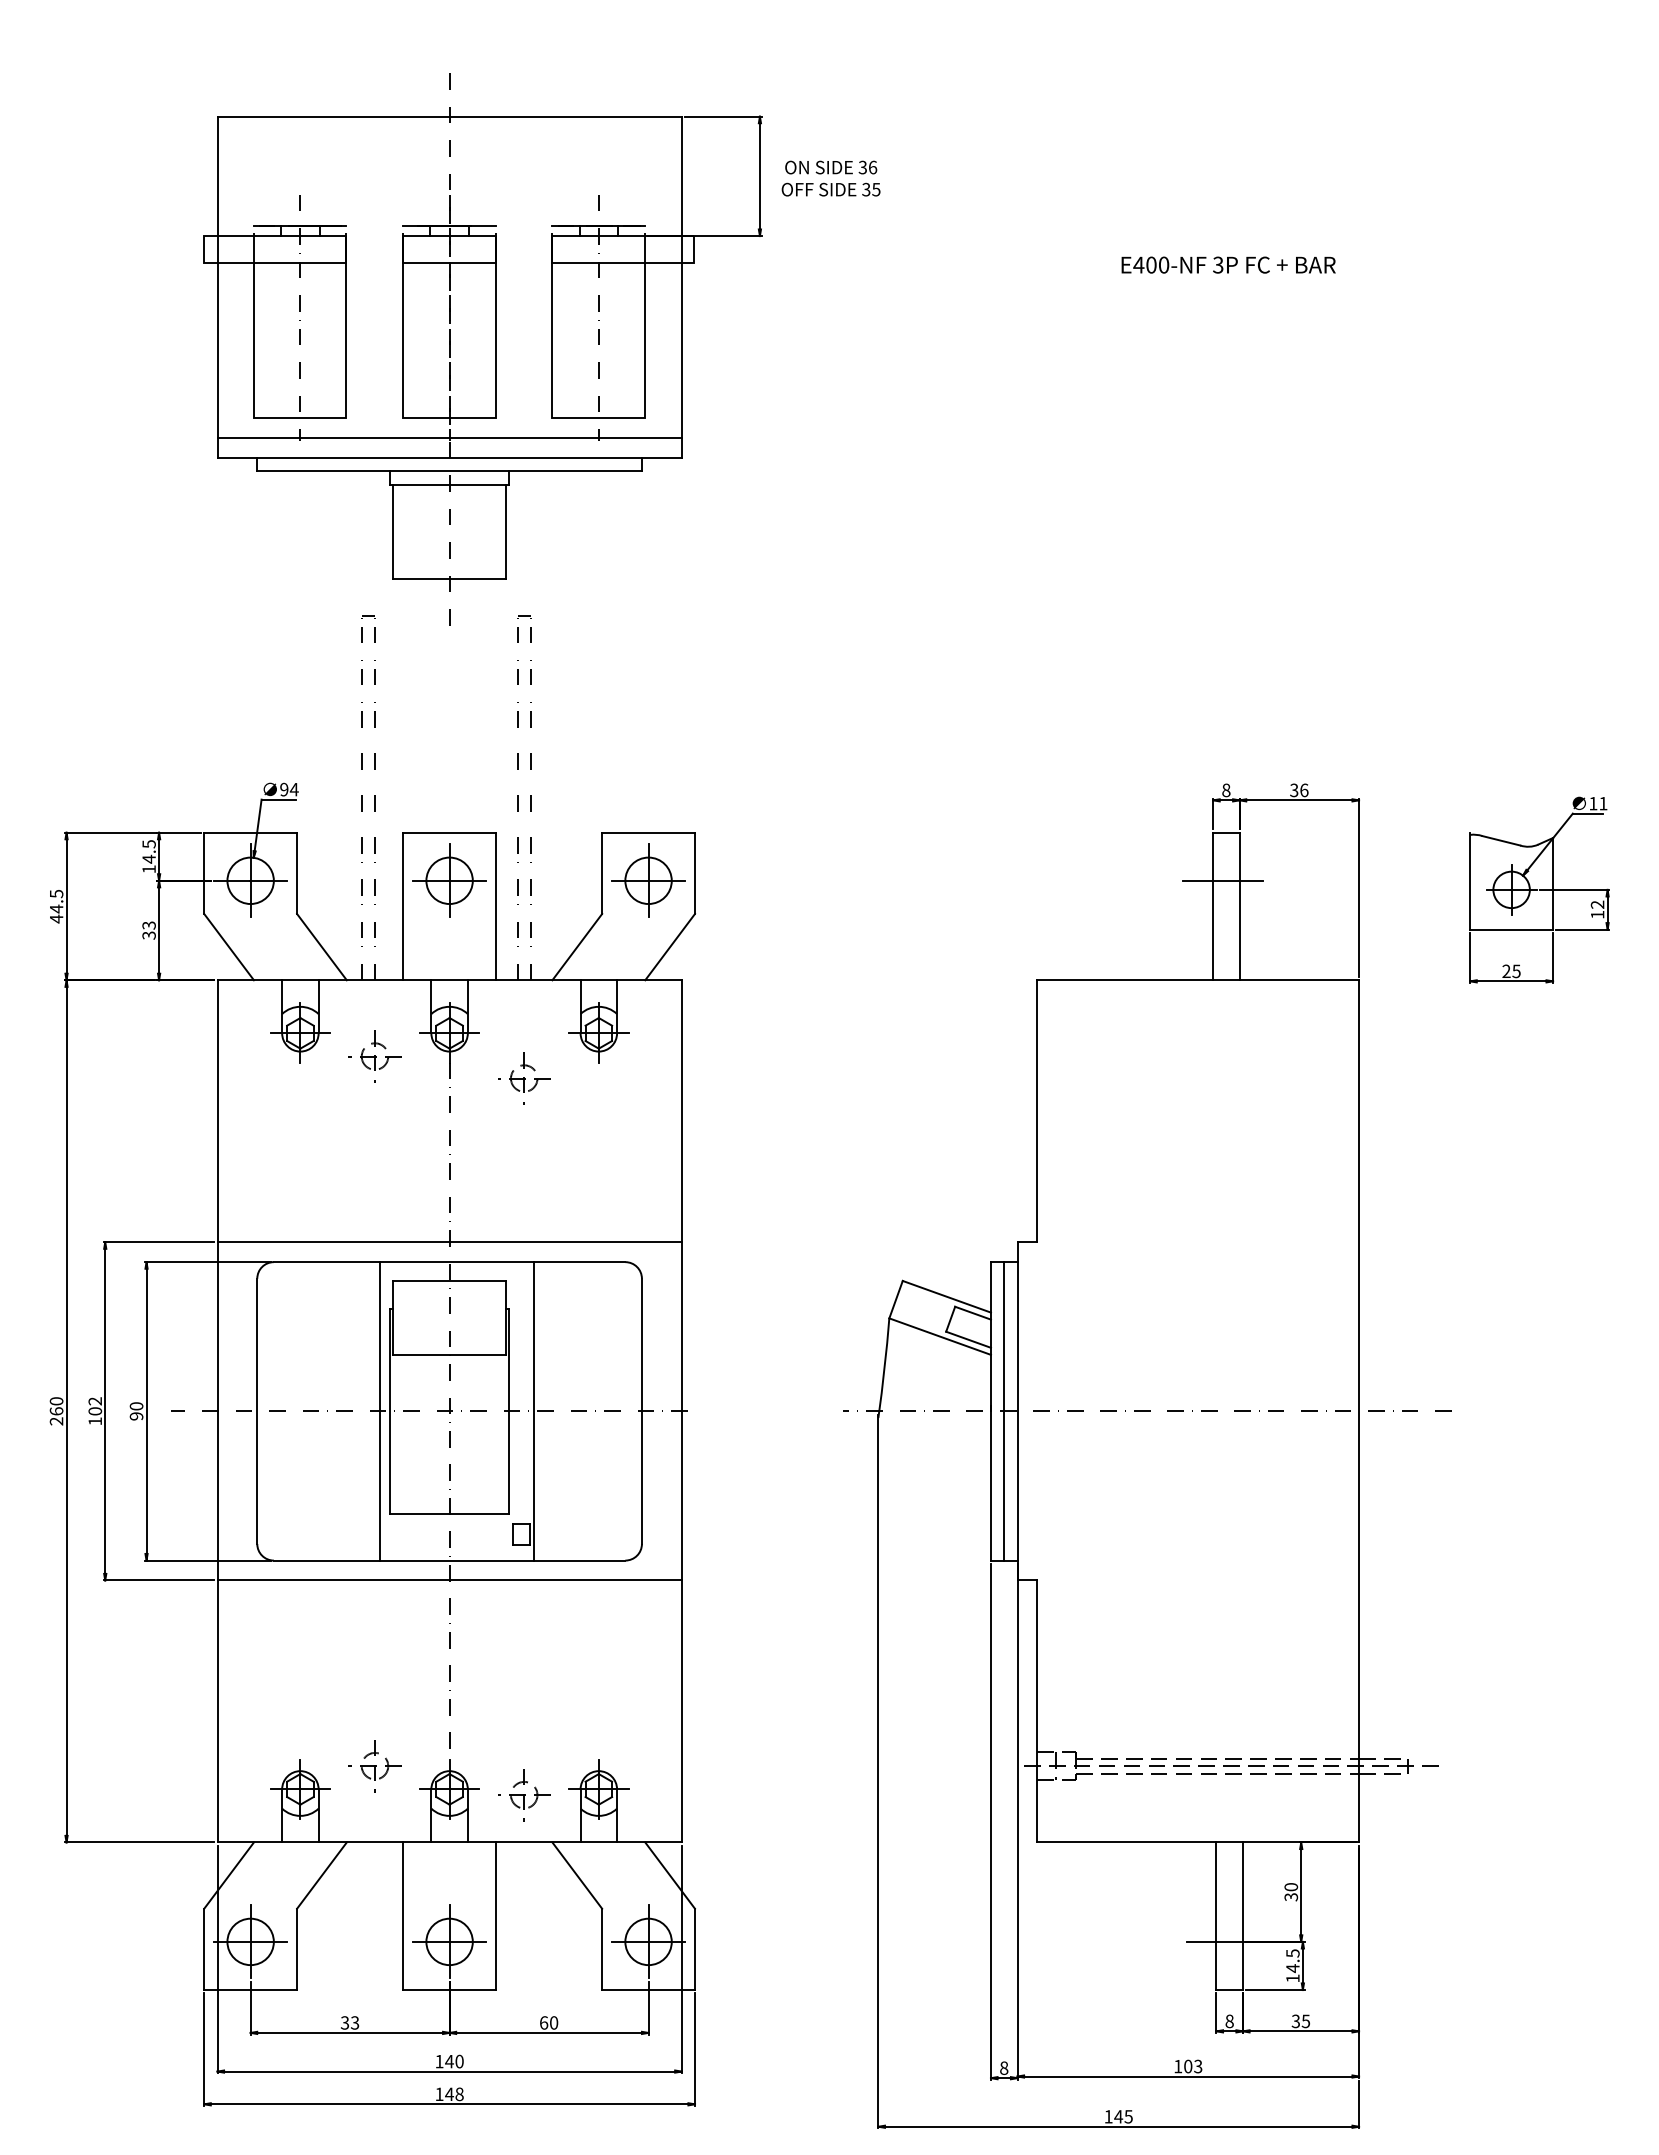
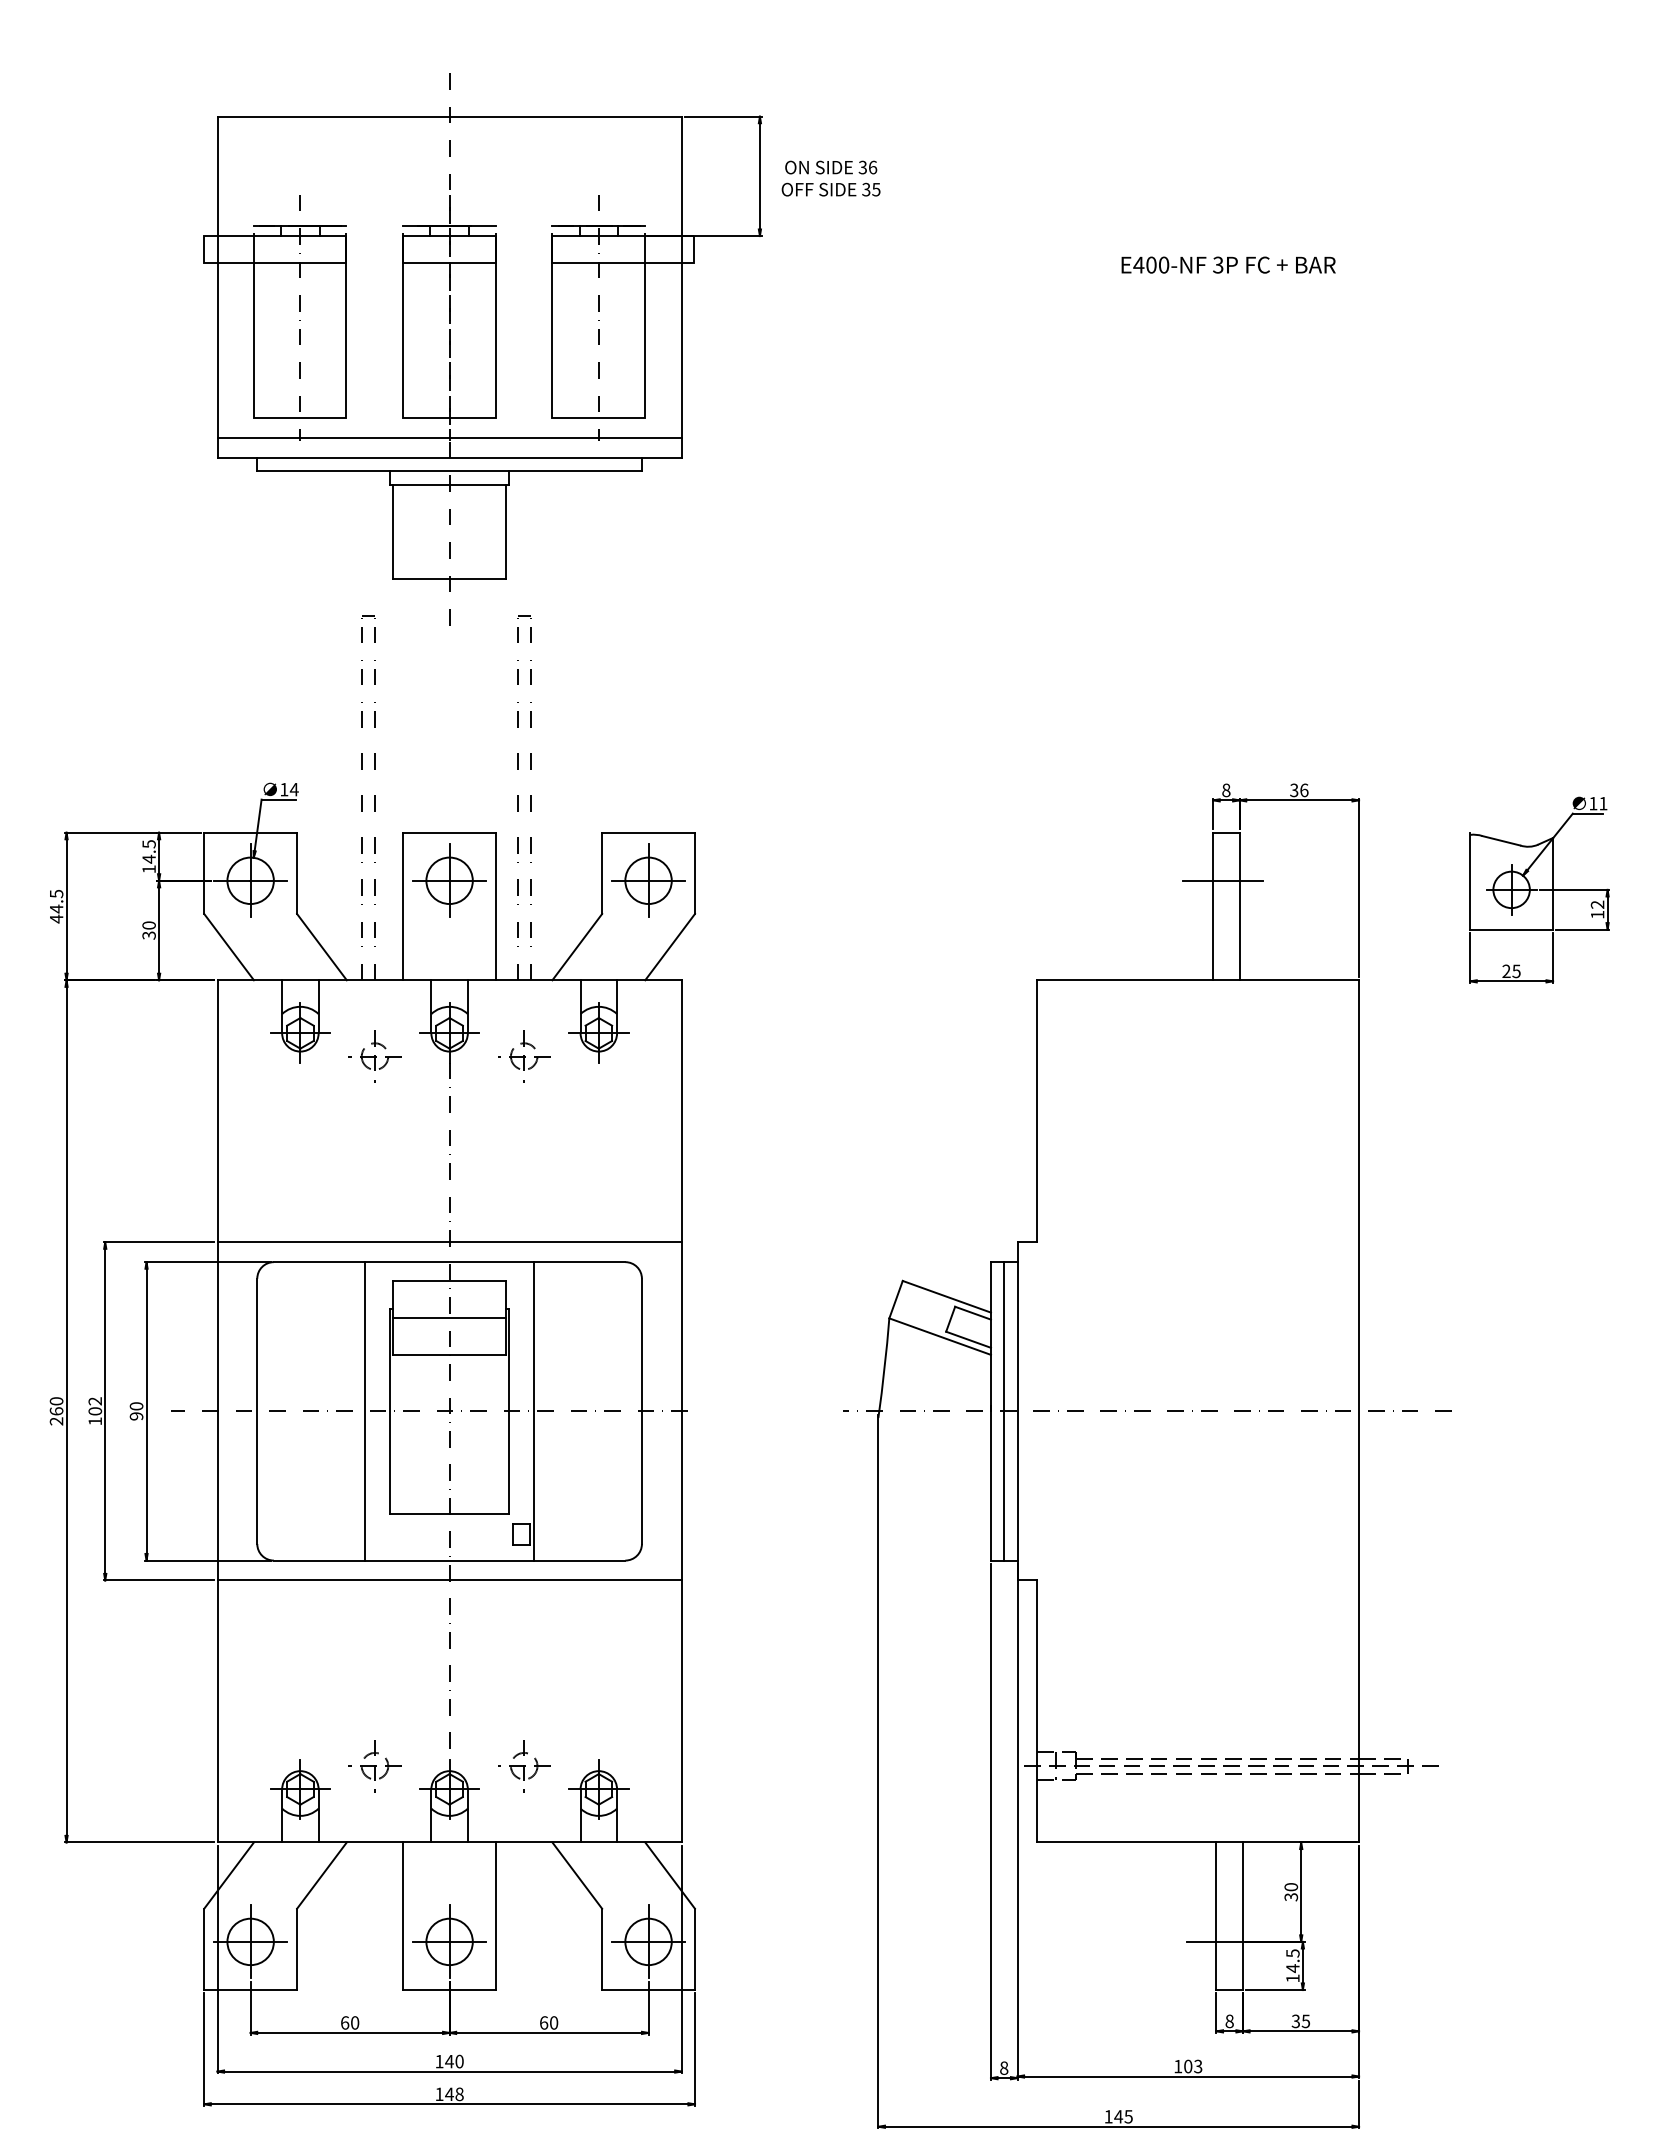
text at (284, 789): 94 -> 14
text at (148, 925): 33 -> 30
part at (524, 1078) position: (524, 1078) -> (524, 1056)
line at (449, 1318): none -> present
line at (380, 1411) position: (380, 1411) -> (365, 1411)
part at (524, 1795) position: (524, 1795) -> (524, 1766)
text at (350, 2022): 33 -> 60
